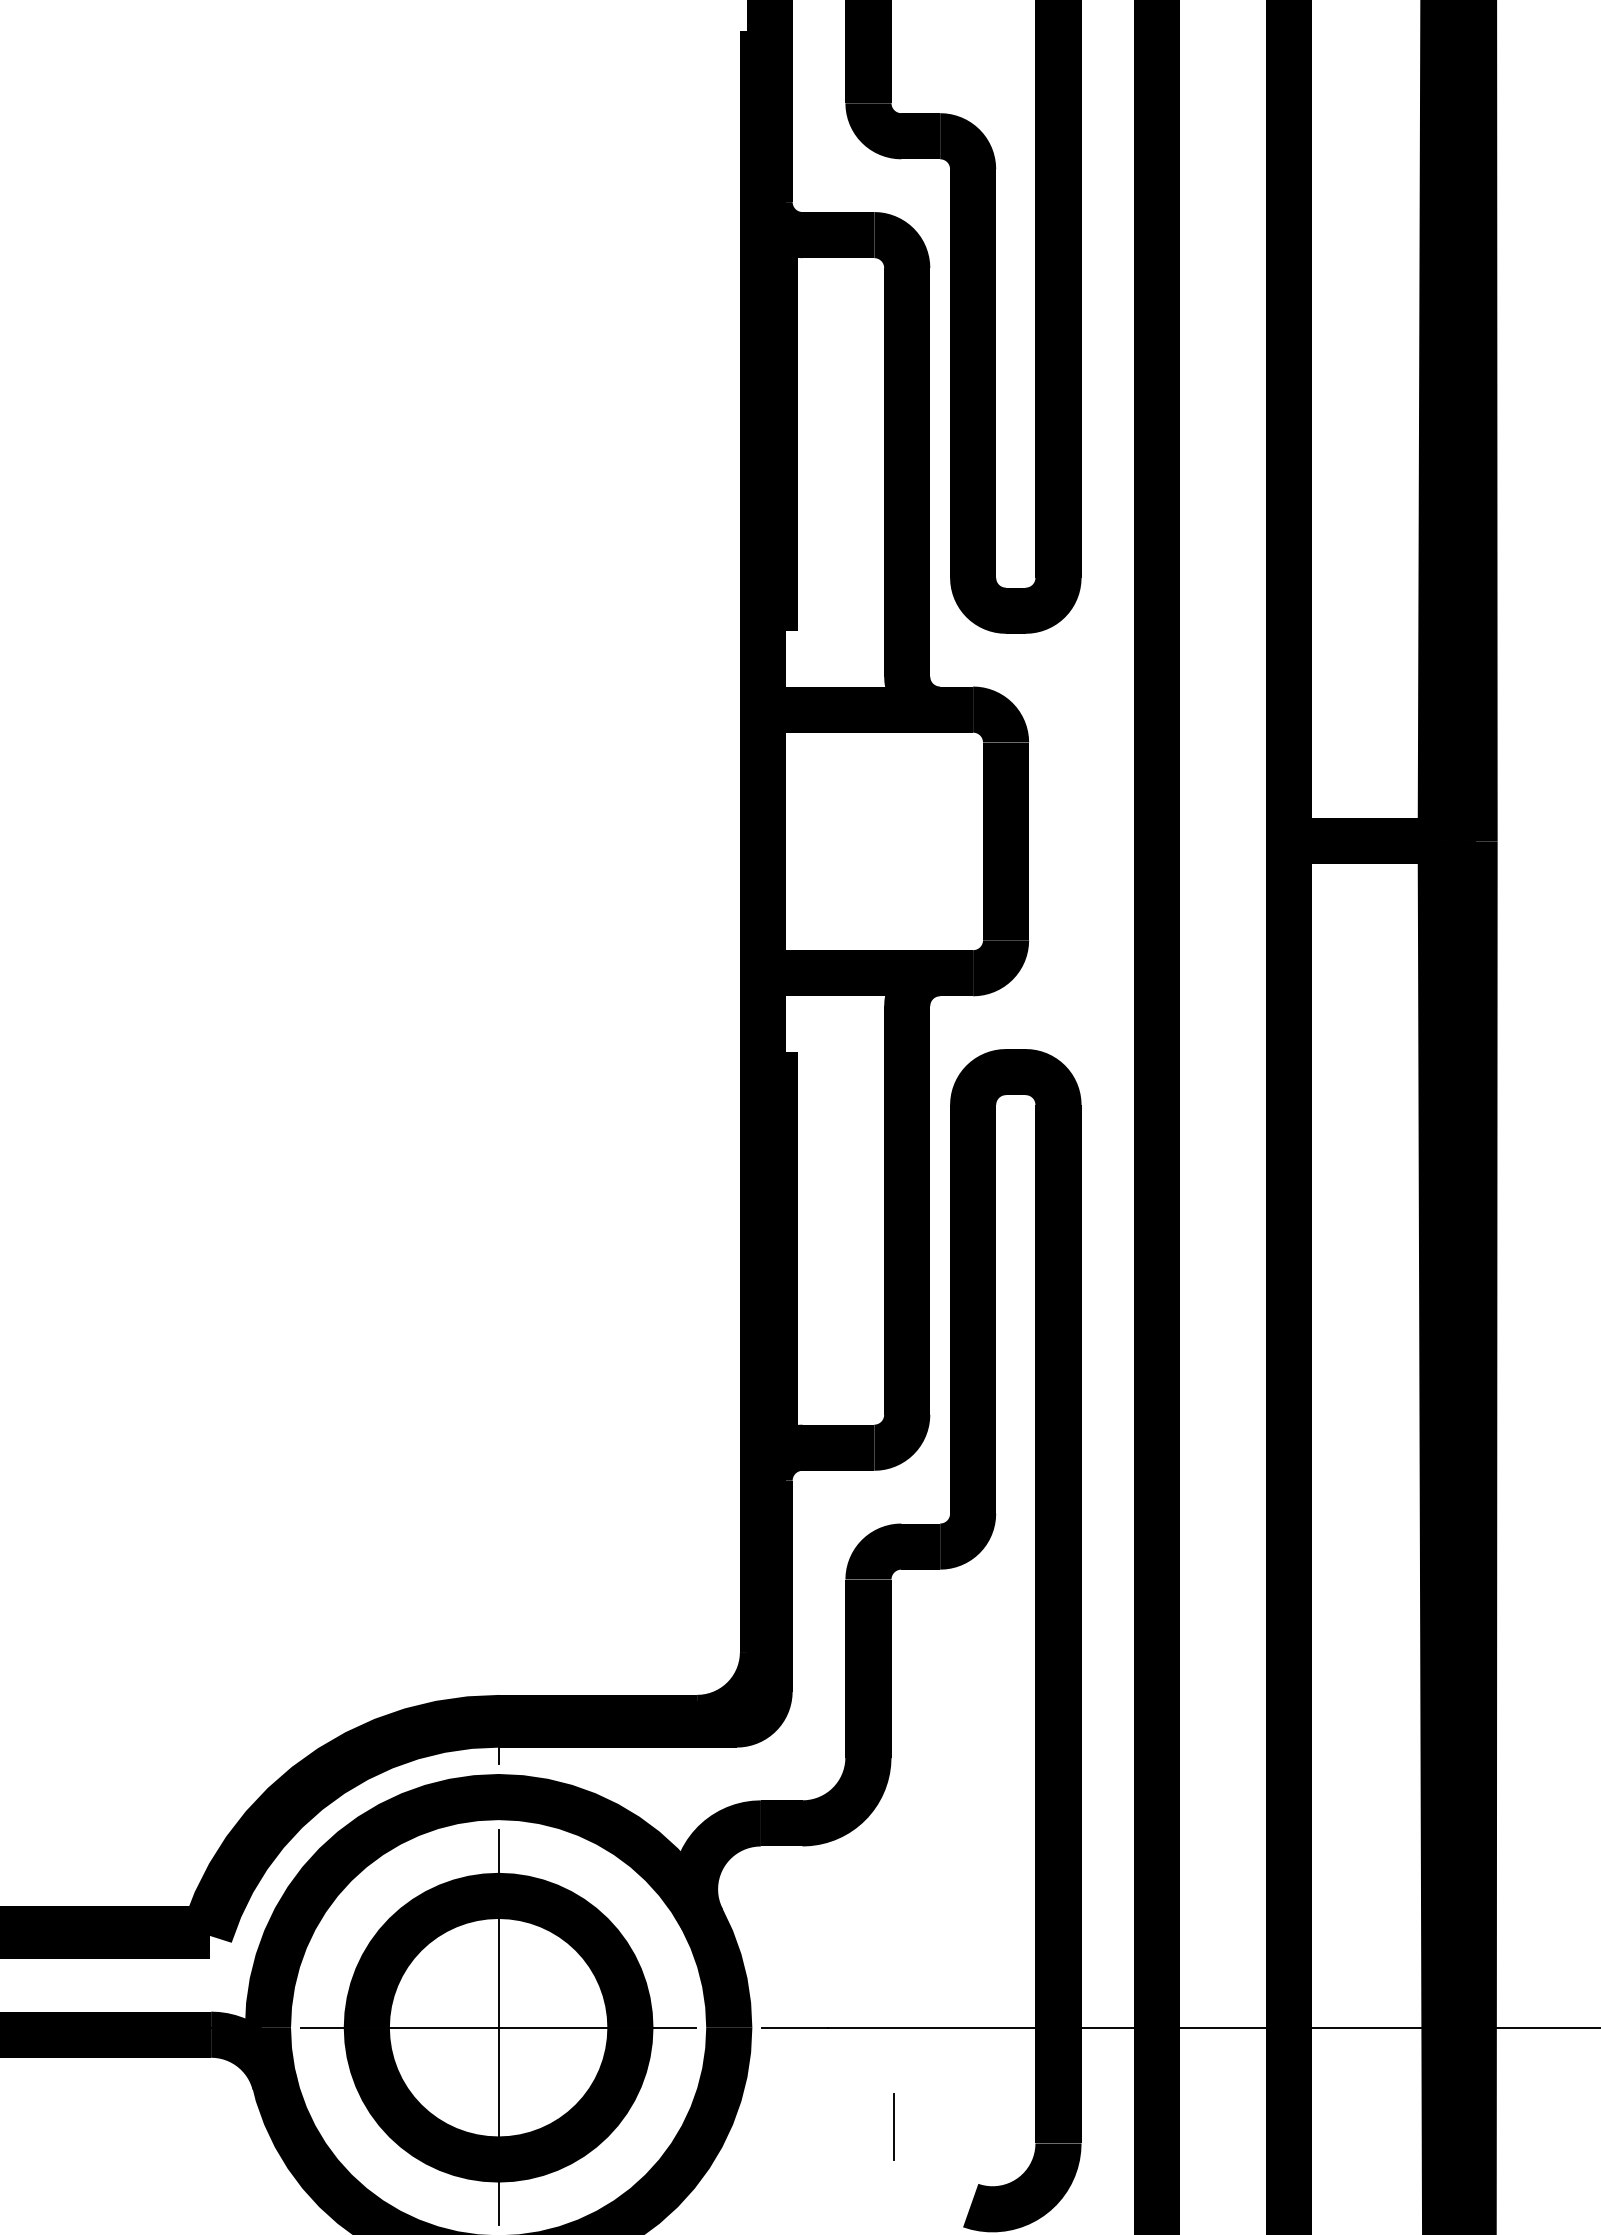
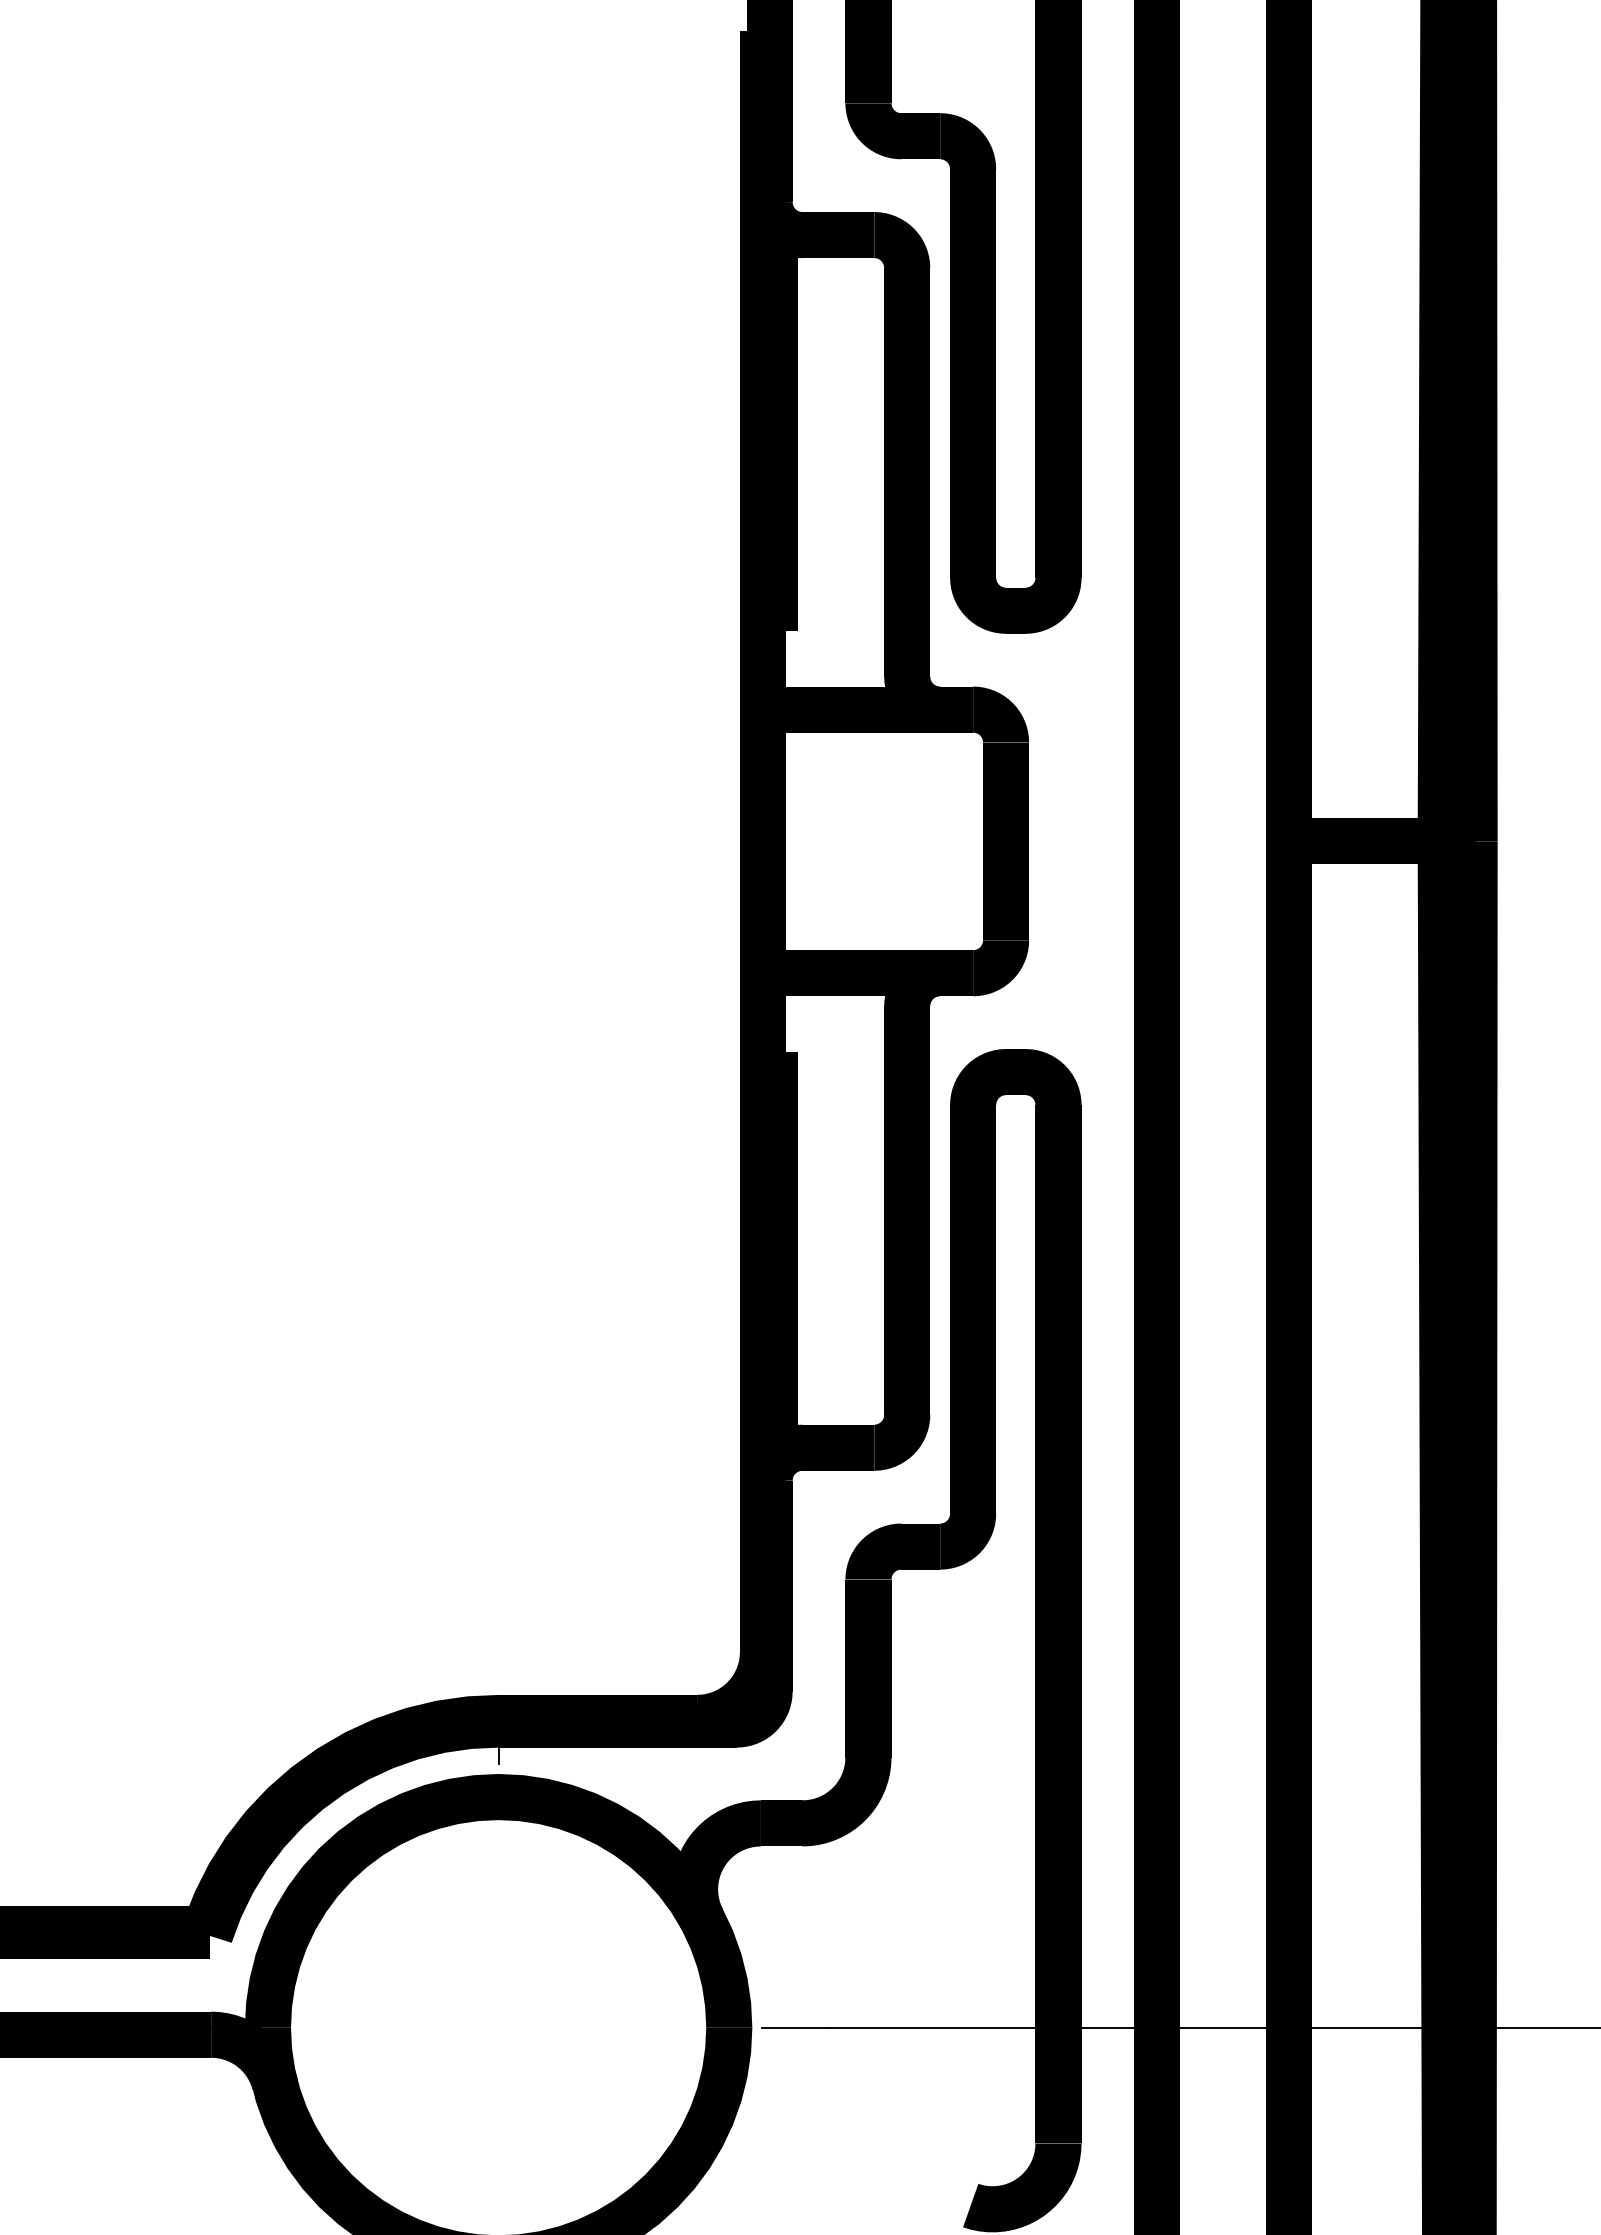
part at (498, 2027): present -> none
line at (894, 2126): present -> none
